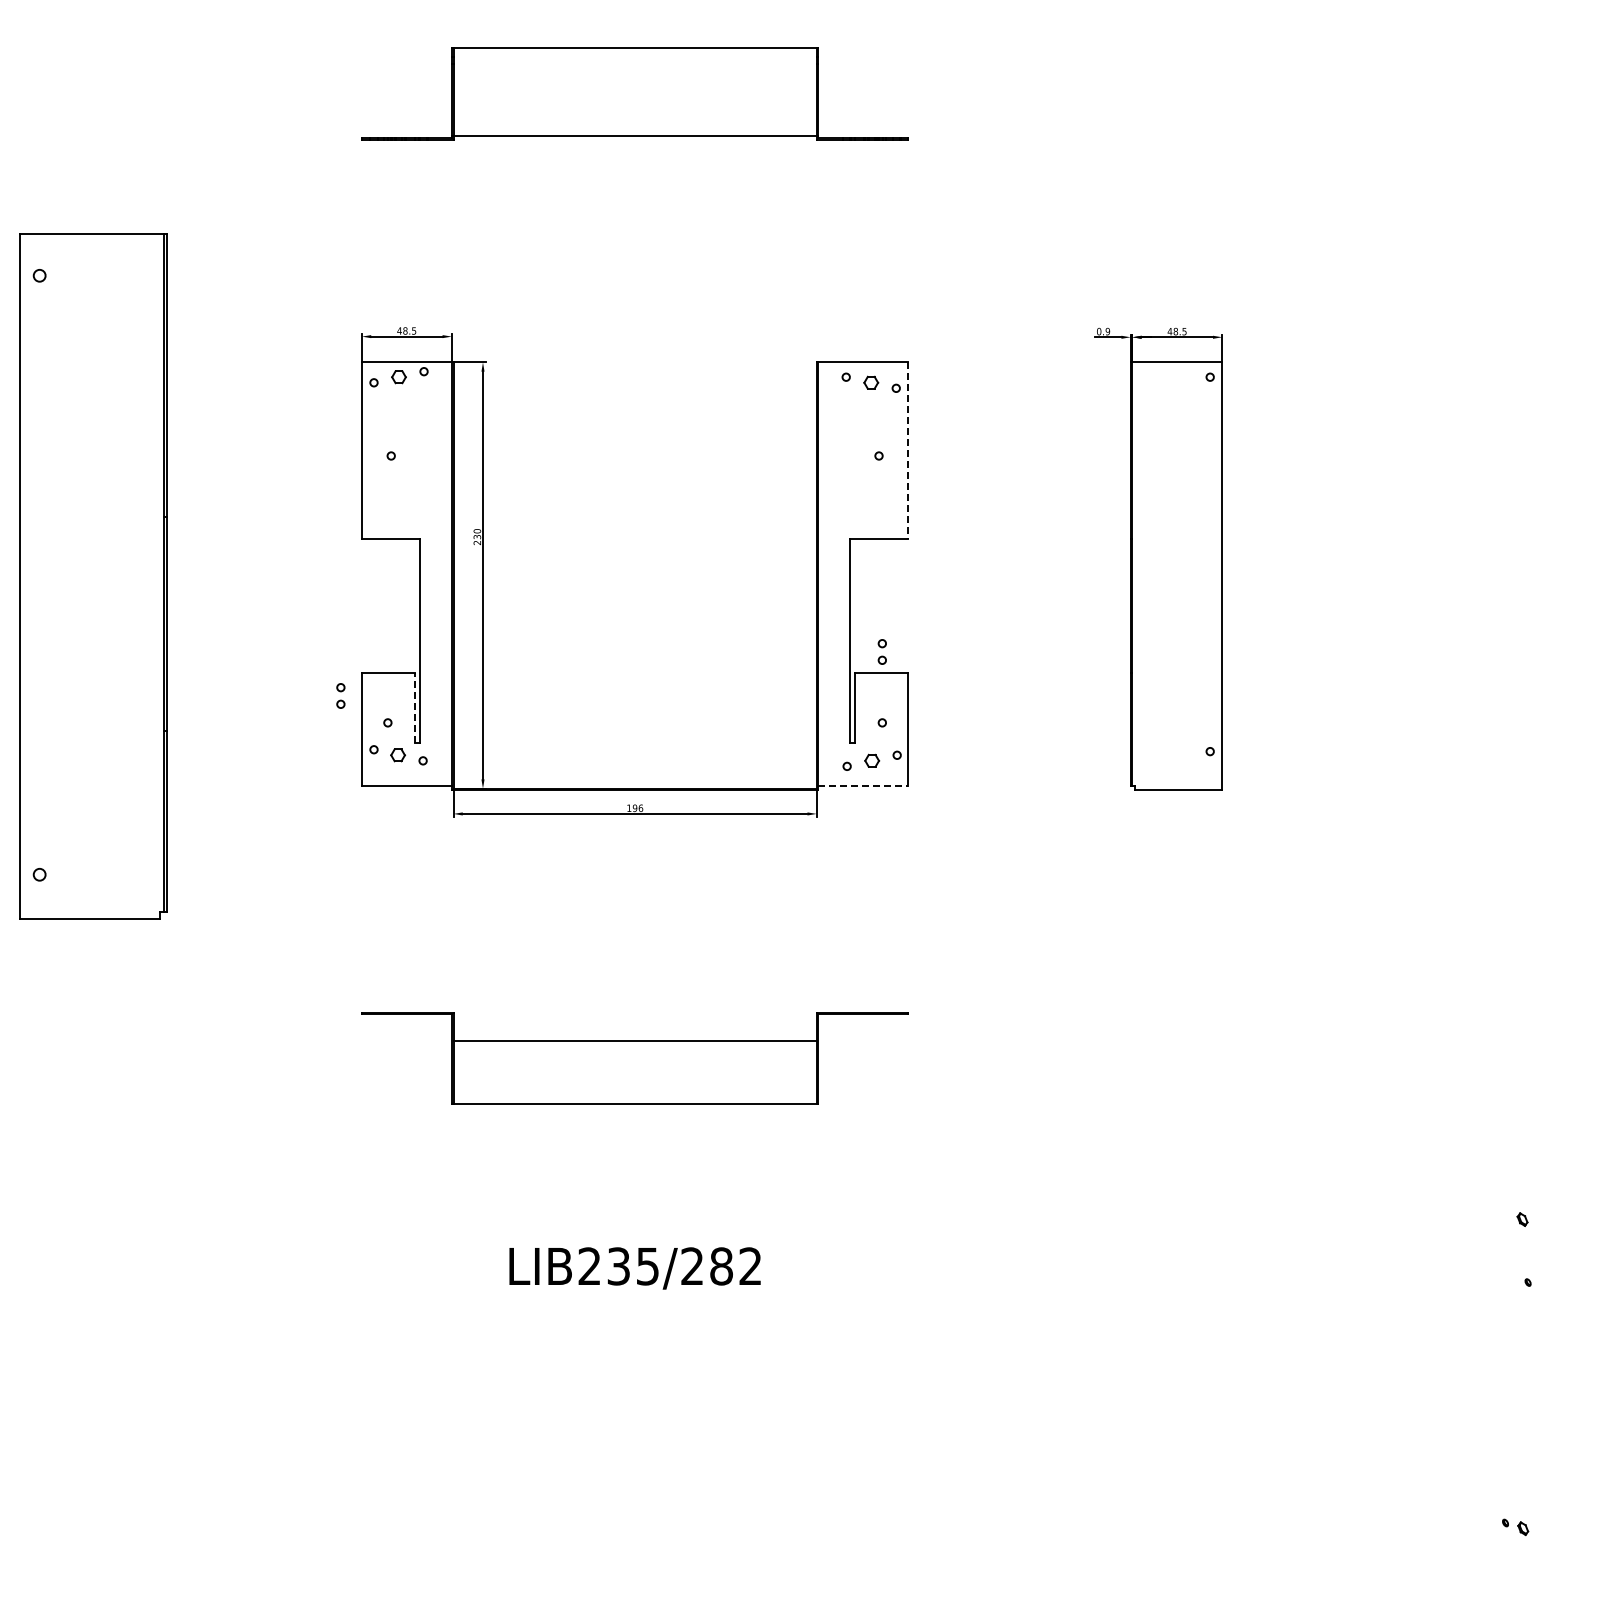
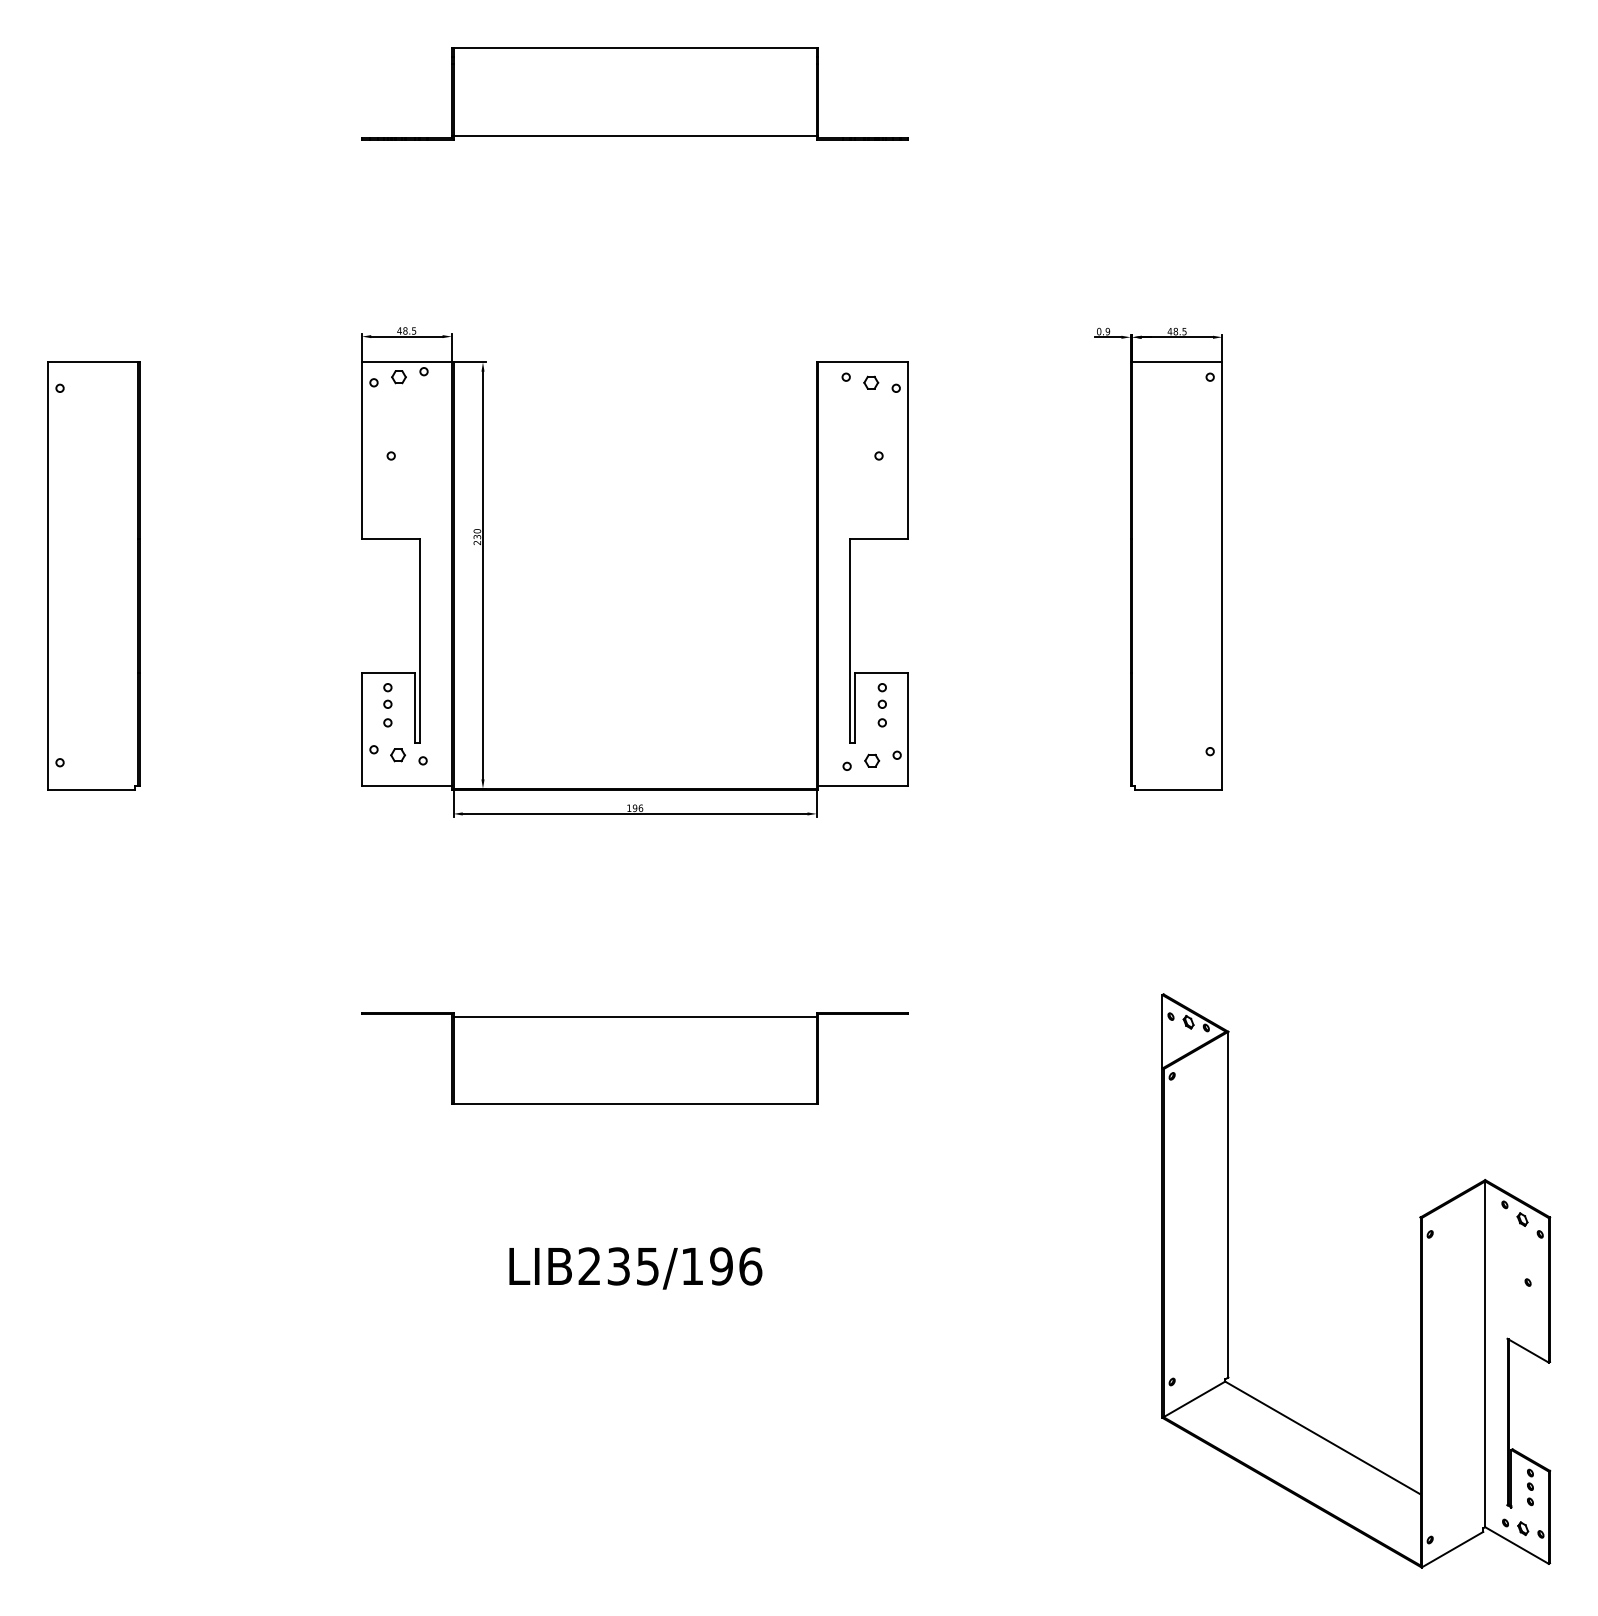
line at (908, 451): dashed -> solid
part at (93, 576) size: 149x687 px -> 94x430 px
part at (881, 651) position: (881, 651) -> (881, 695)
part at (340, 695) position: (340, 695) -> (387, 695)
line at (414, 707): dashed -> solid
line at (863, 785): dashed -> solid
line at (634, 1041) position: (634, 1041) -> (634, 1017)
text at (721, 1266): LIB235/282 -> LIB235/196
part at (1420, 1280): none -> present
